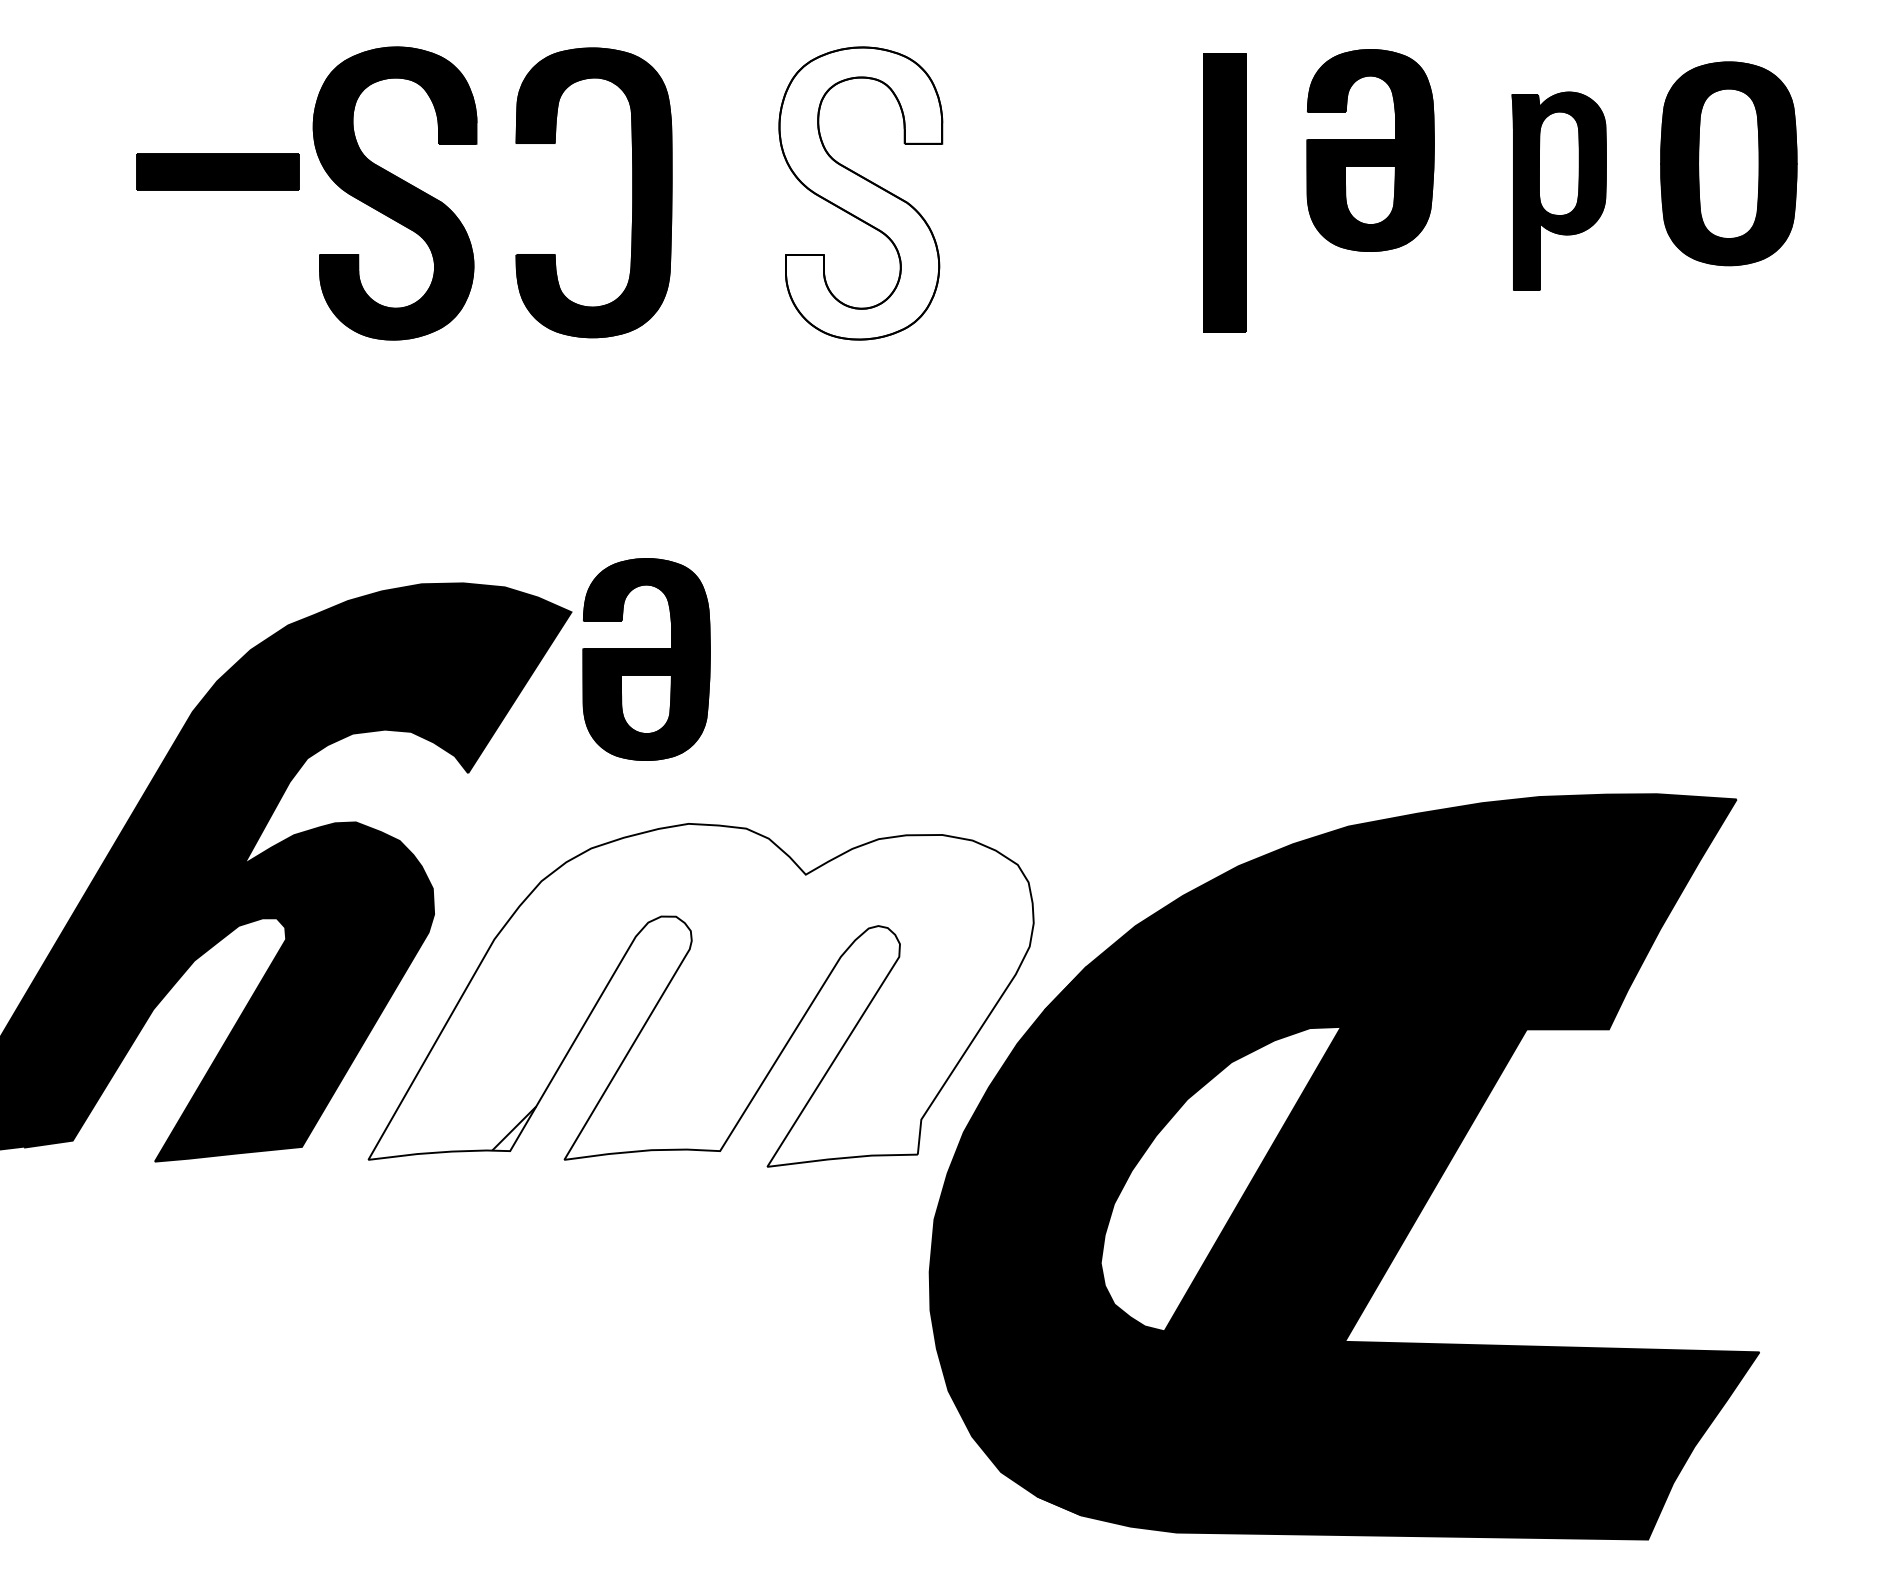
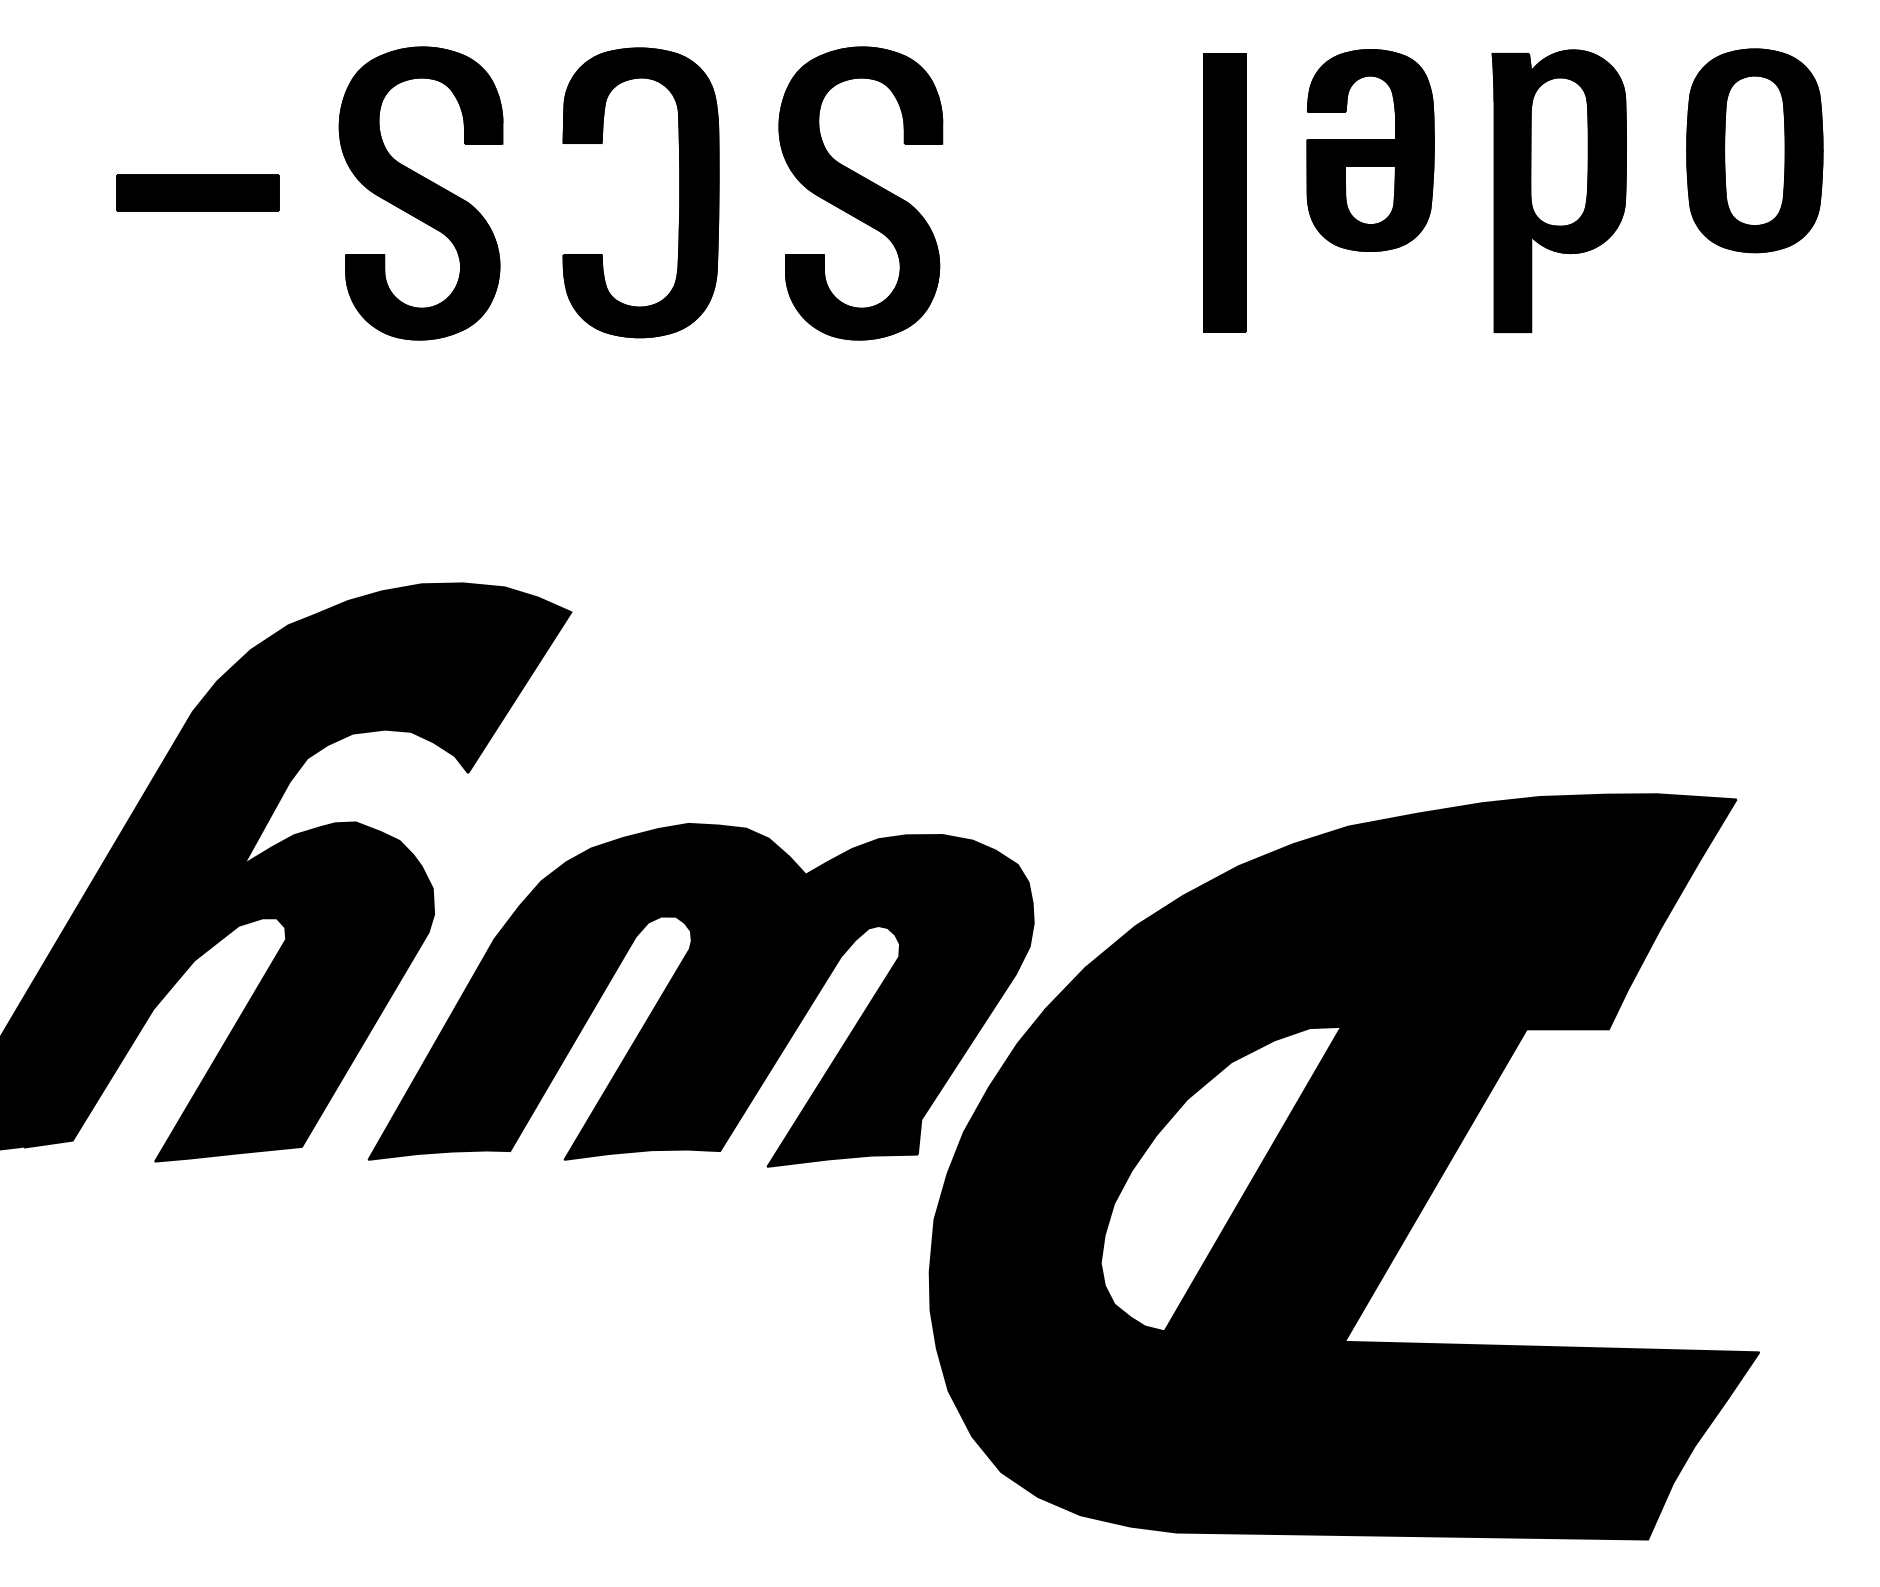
part at (1728, 163) position: (1728, 163) -> (1754, 150)
part at (217, 171) position: (217, 171) -> (197, 192)
part at (1558, 190) size: 96x200 px -> 136x284 px
part at (632, 192) position: (632, 192) -> (679, 192)
part at (394, 193) position: (394, 193) -> (420, 193)
fill at (860, 193): none -> present
part at (646, 659): present -> none
fill at (700, 994): none -> present
